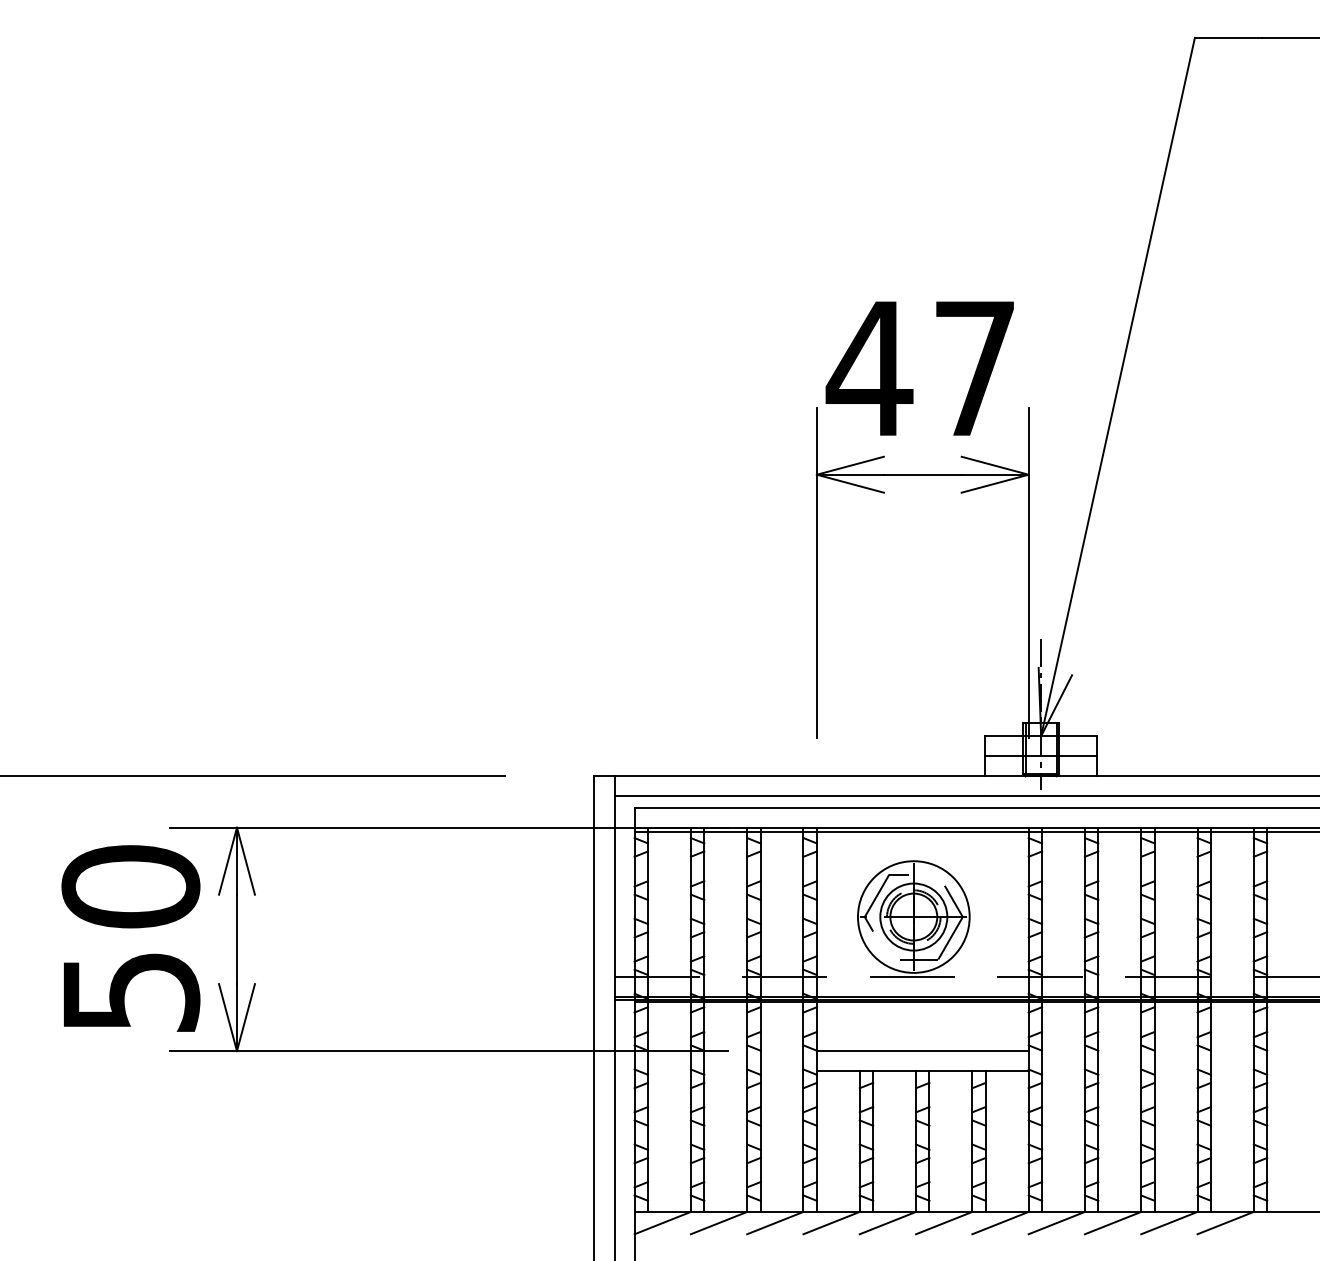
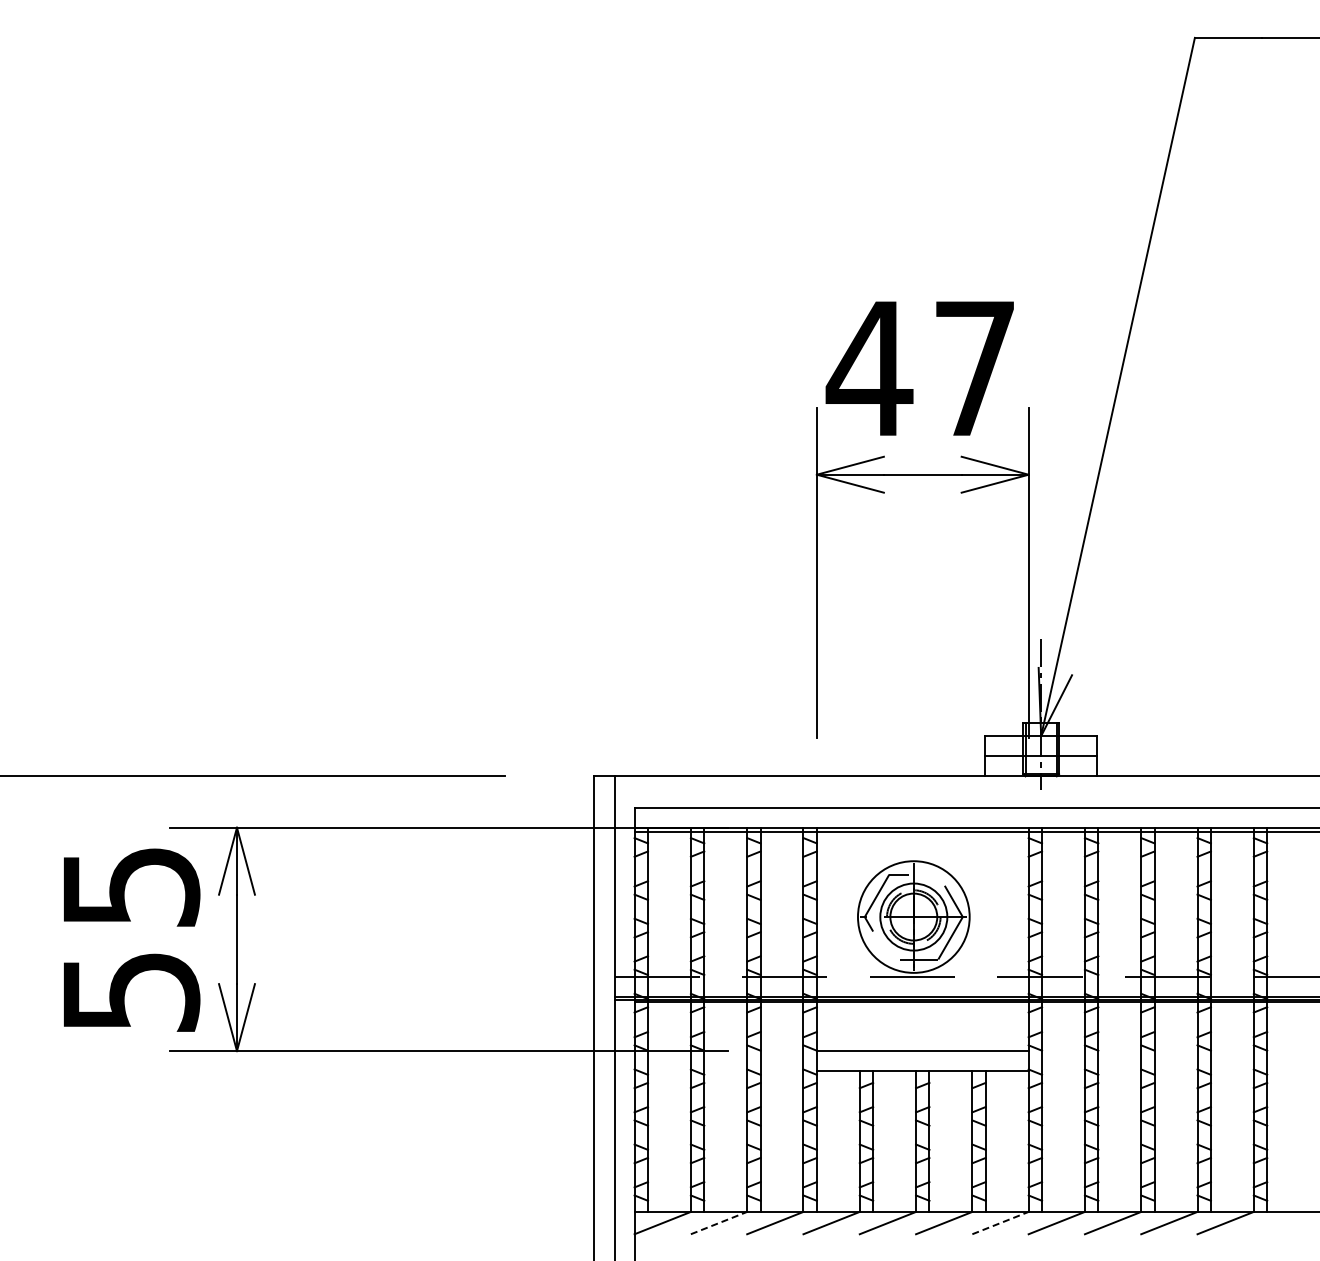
line at (965, 796): present -> none
text at (130, 886): 50 -> 55
line at (719, 1222): solid -> dashed
line at (1000, 1222): solid -> dashed
